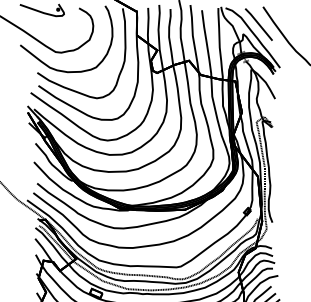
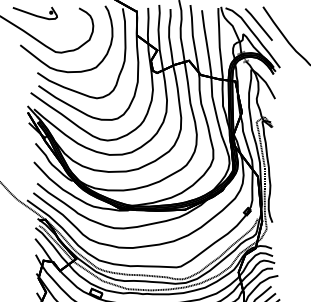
part at (41, 10) position: (41, 10) -> (34, 13)
